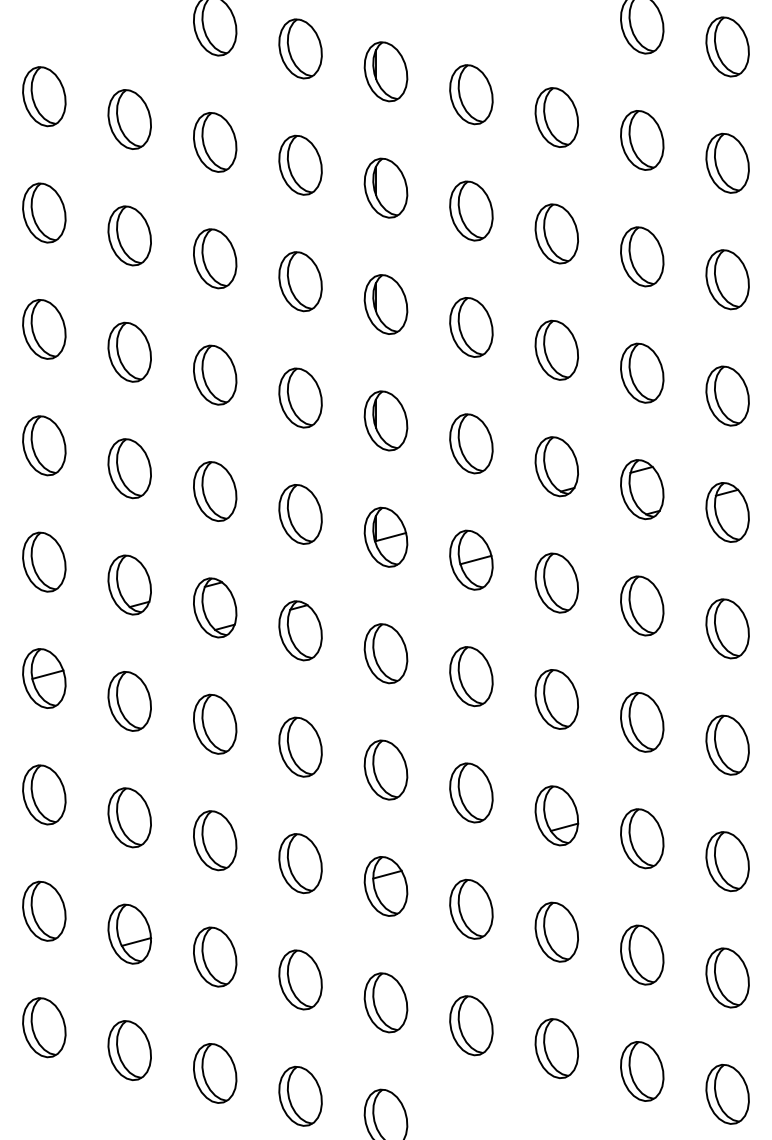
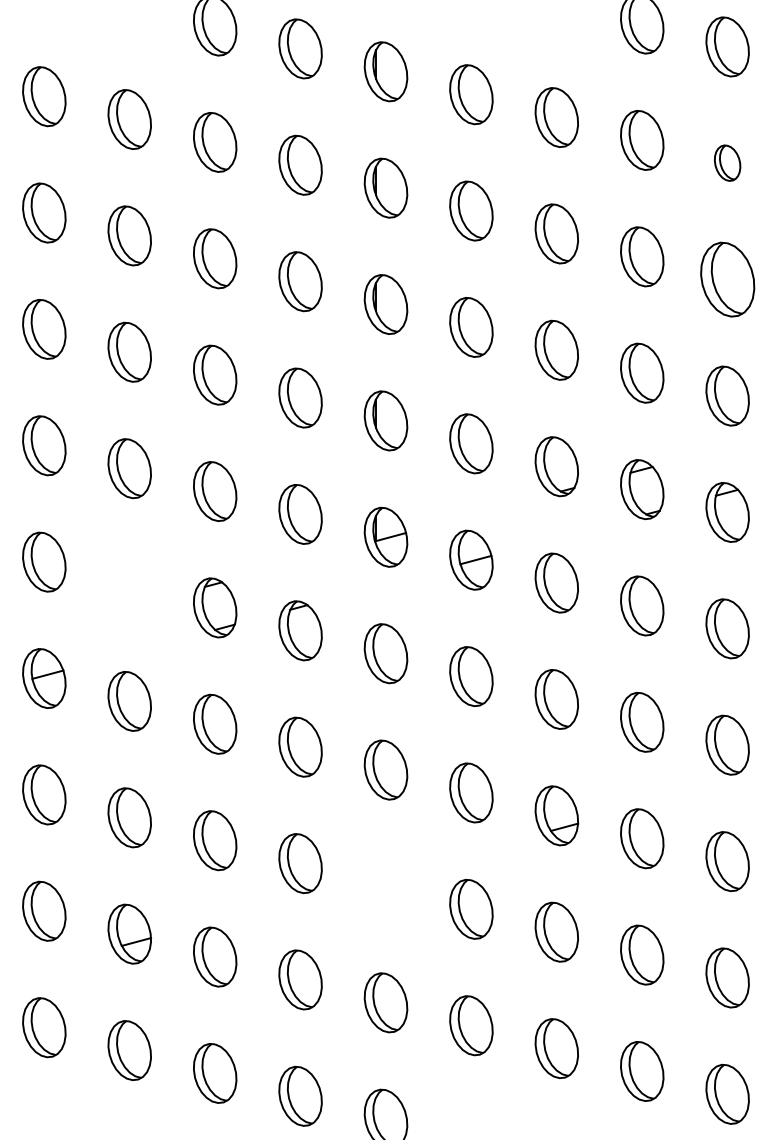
part at (727, 162) size: 45x62 px -> 28x38 px
part at (727, 279) size: 45x62 px -> 56x77 px
part at (129, 584): present -> none
part at (385, 886): present -> none
